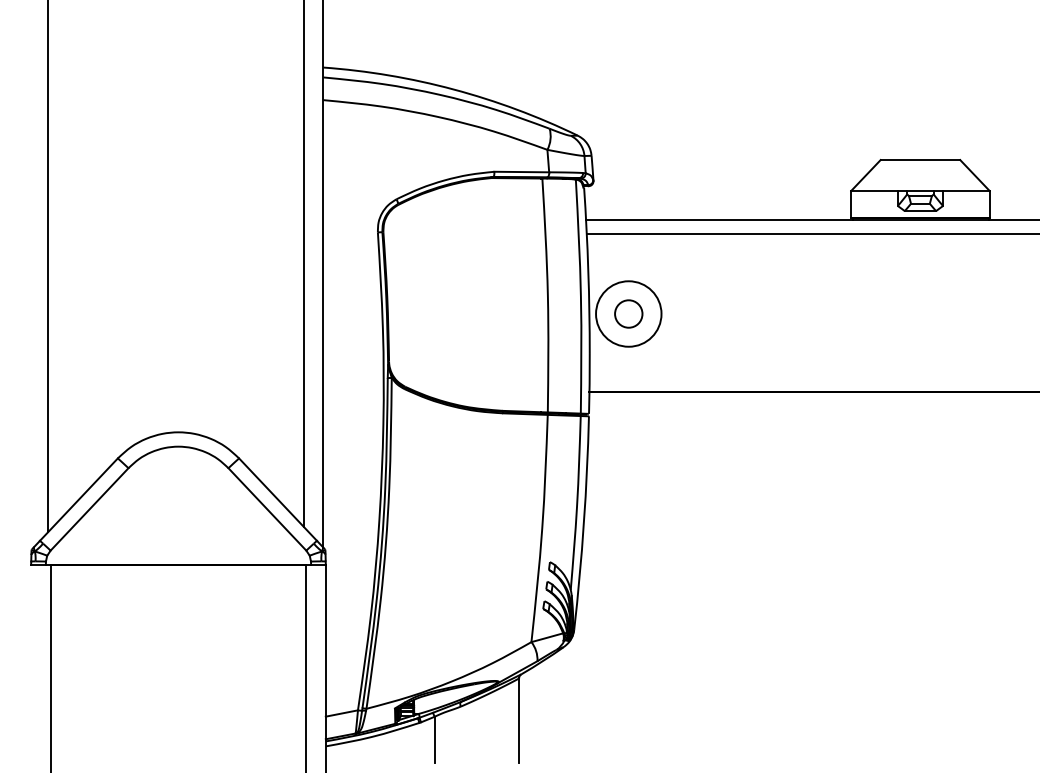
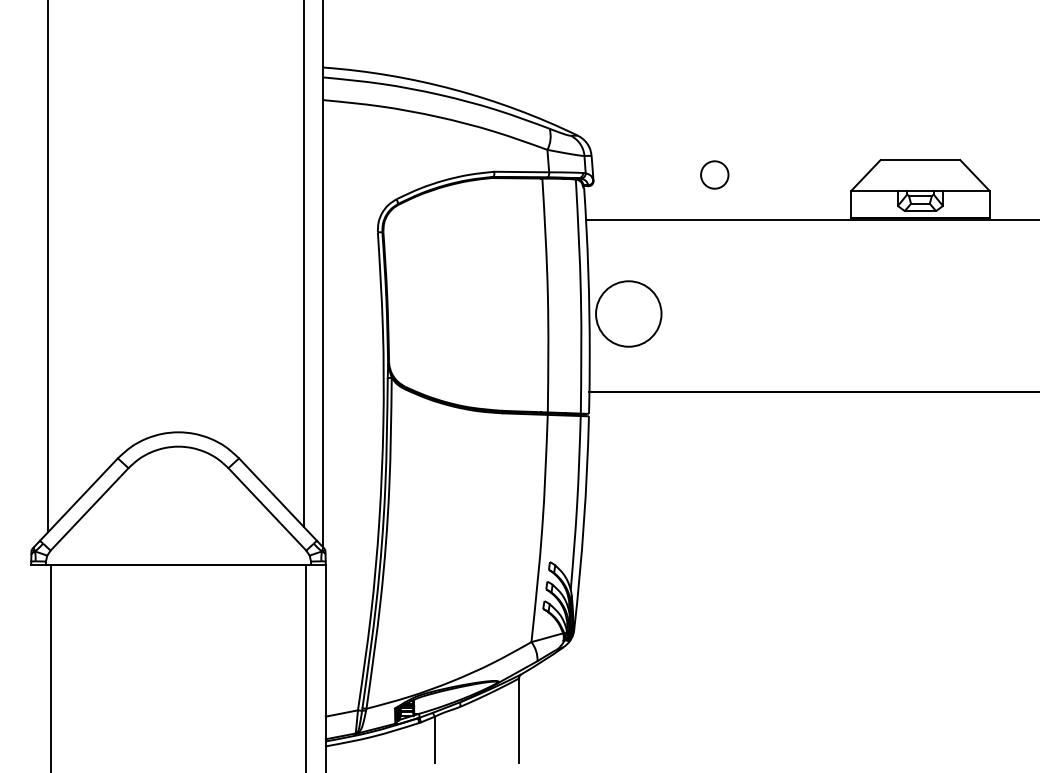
line at (811, 234): present -> none
circle at (628, 313) position: (628, 313) -> (714, 174)
